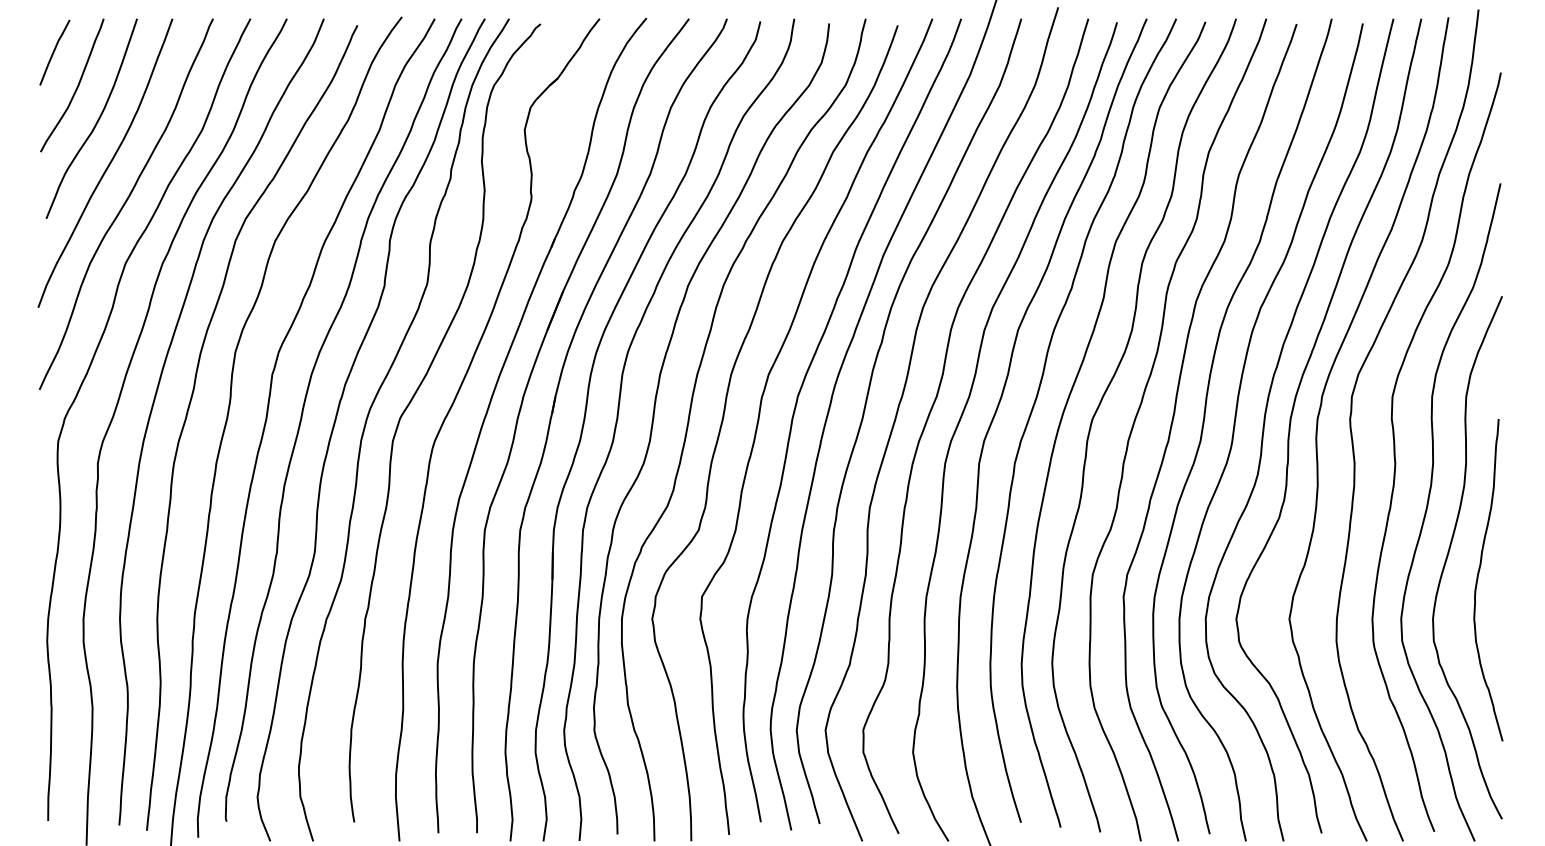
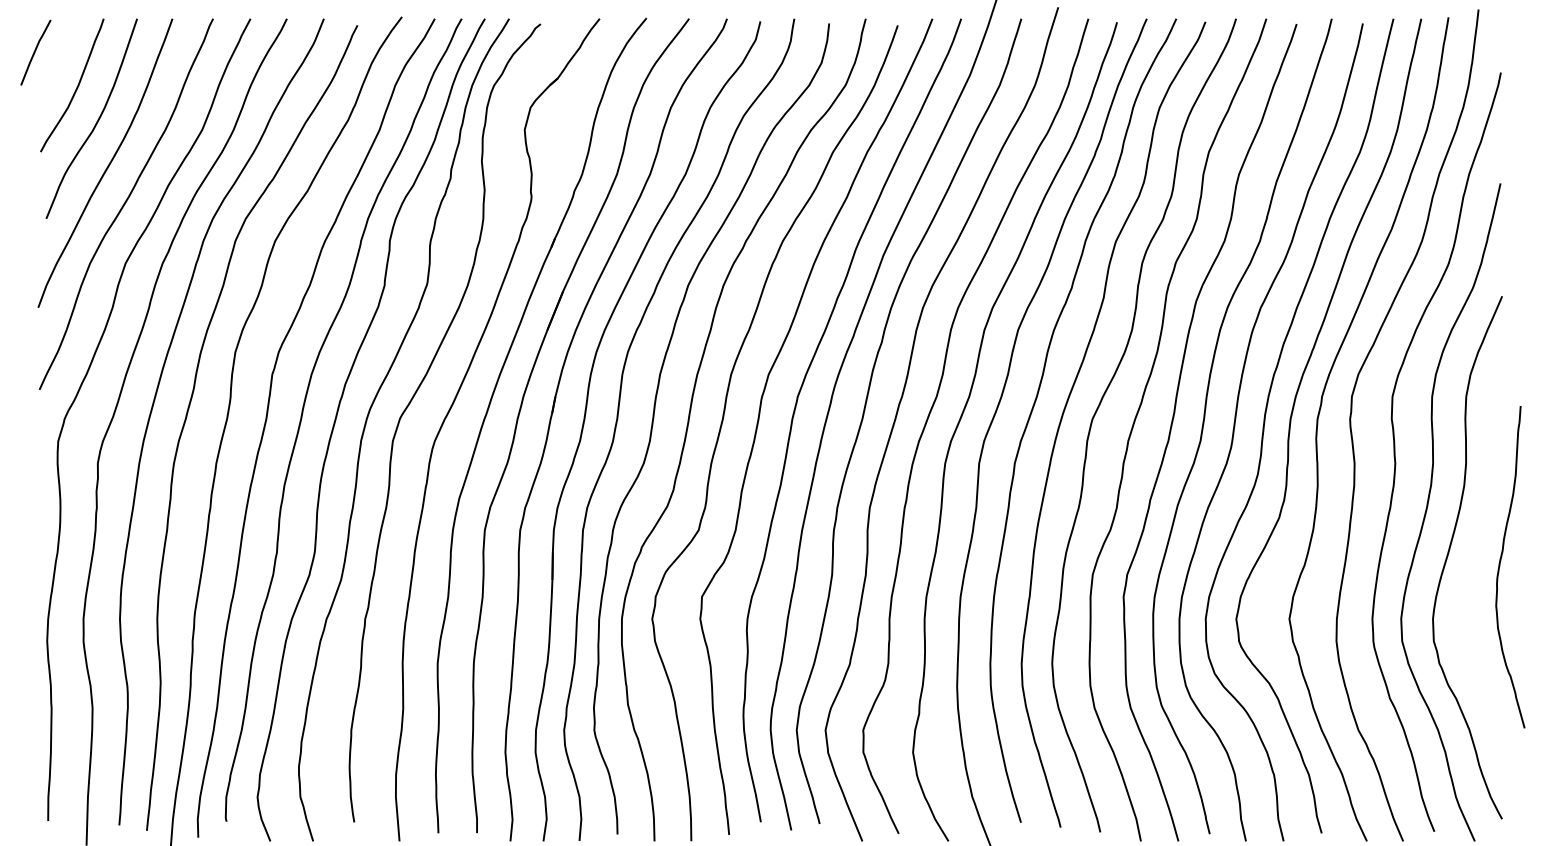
line at (54, 52) position: (54, 52) -> (35, 52)
curve at (1478, 579) position: (1478, 579) -> (1500, 566)
